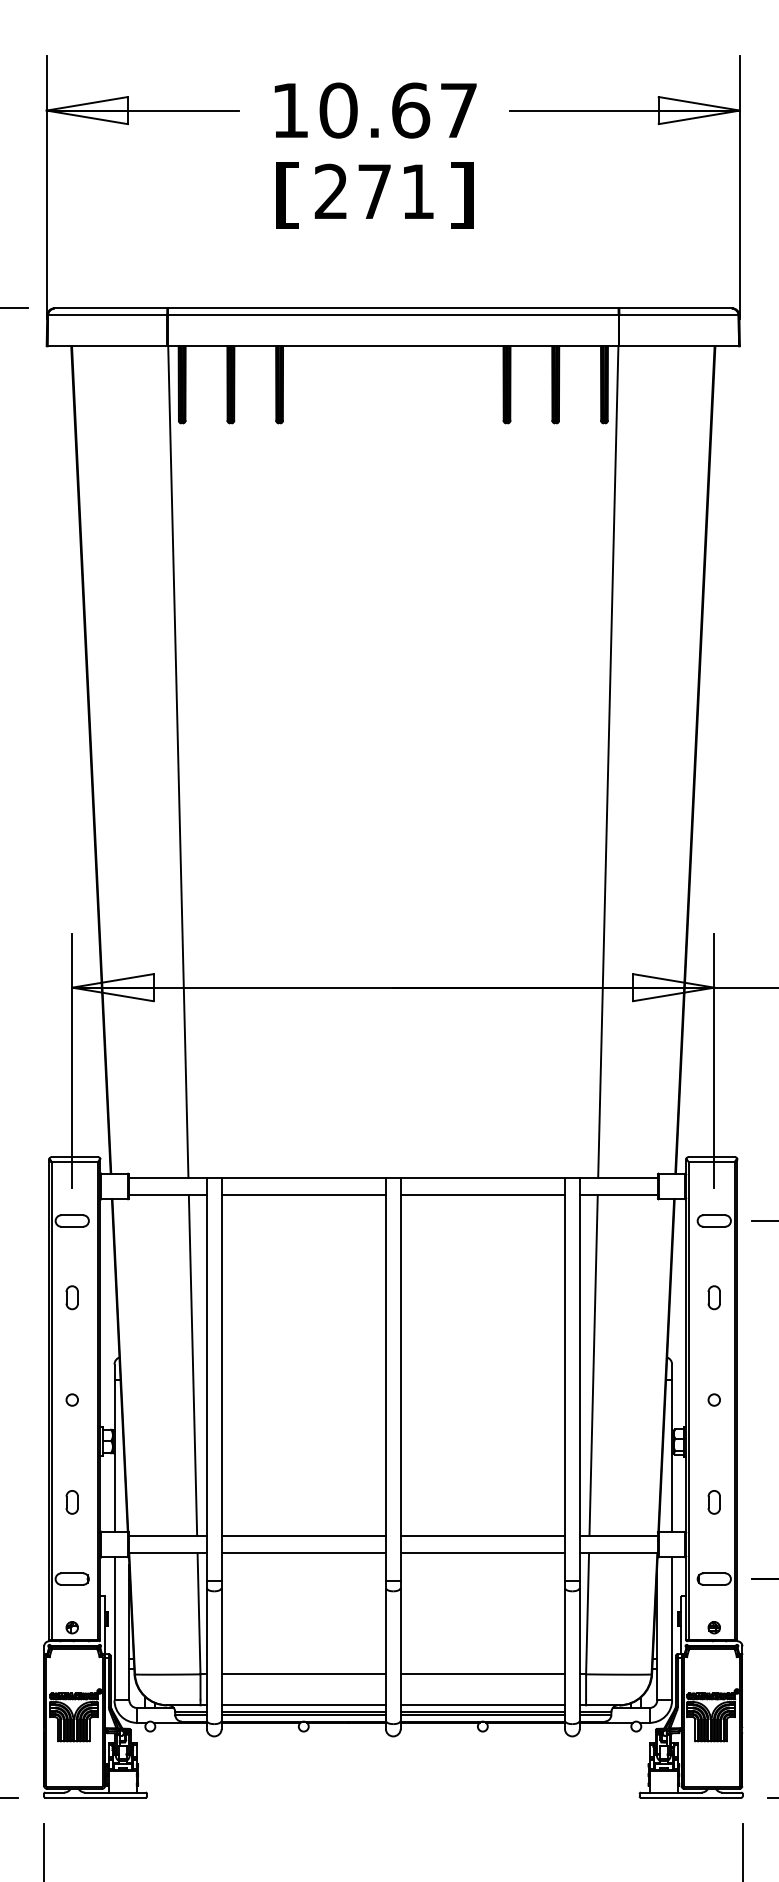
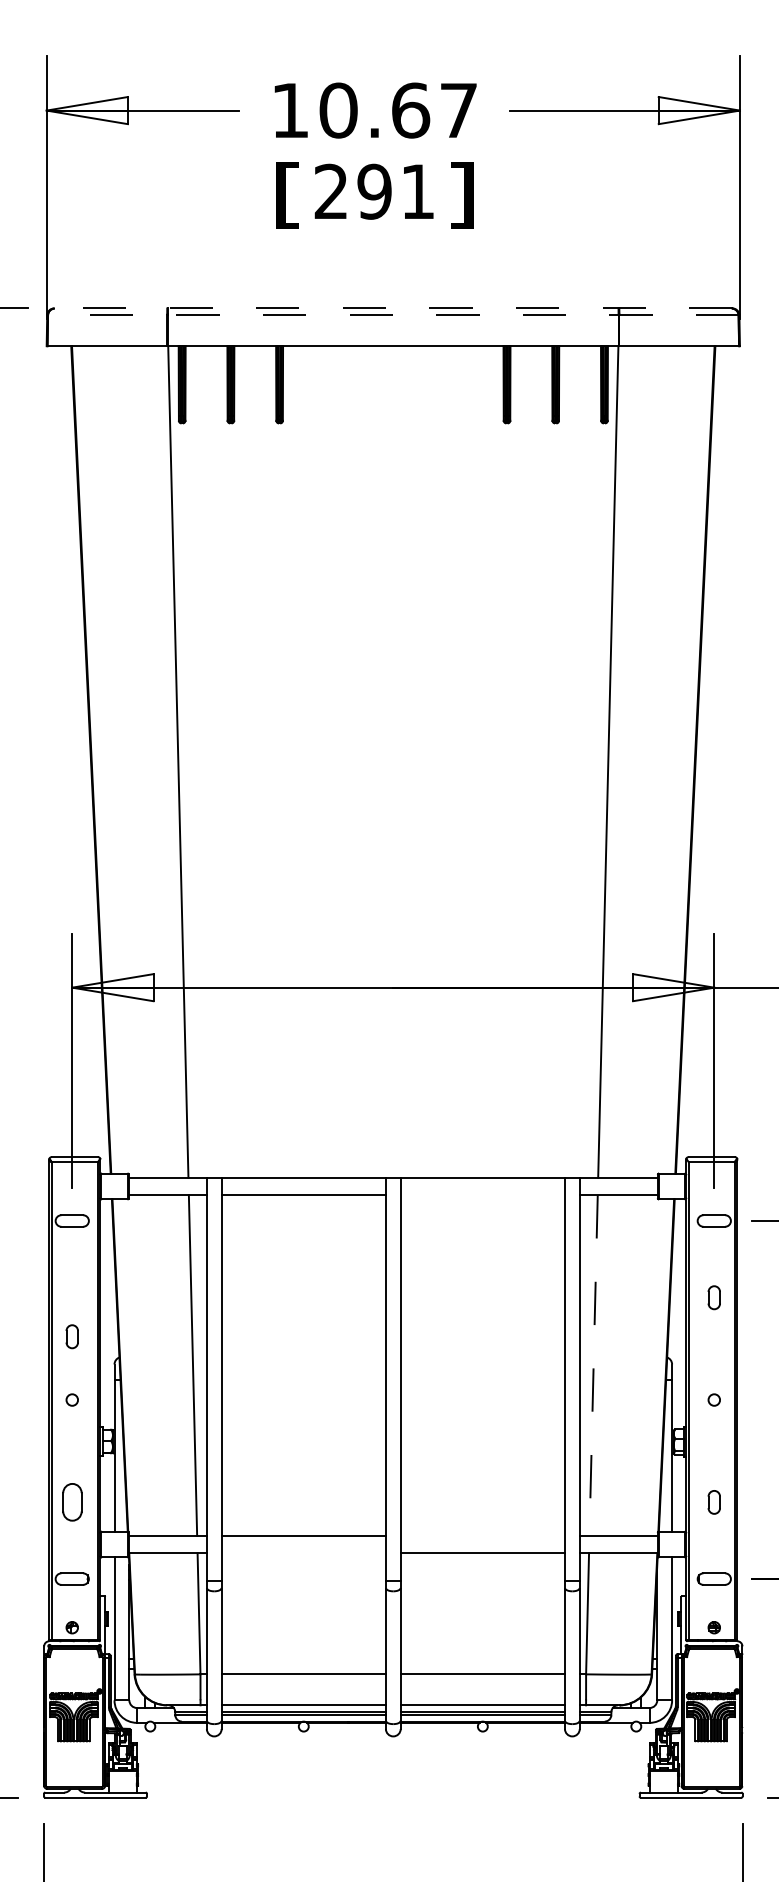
text at (374, 191): 271 -> 291
line at (392, 308): solid -> dashed
line at (392, 315): solid -> dashed
line at (482, 1195): present -> none
part at (71, 1297) position: (71, 1297) -> (71, 1336)
line at (593, 1366): solid -> dashed
part at (71, 1502) size: 14x25 px -> 21x39 px
line at (482, 1535): present -> none
line at (303, 1553): present -> none
